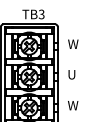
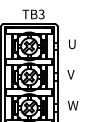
text at (73, 44): W -> U
text at (71, 74): U -> V
